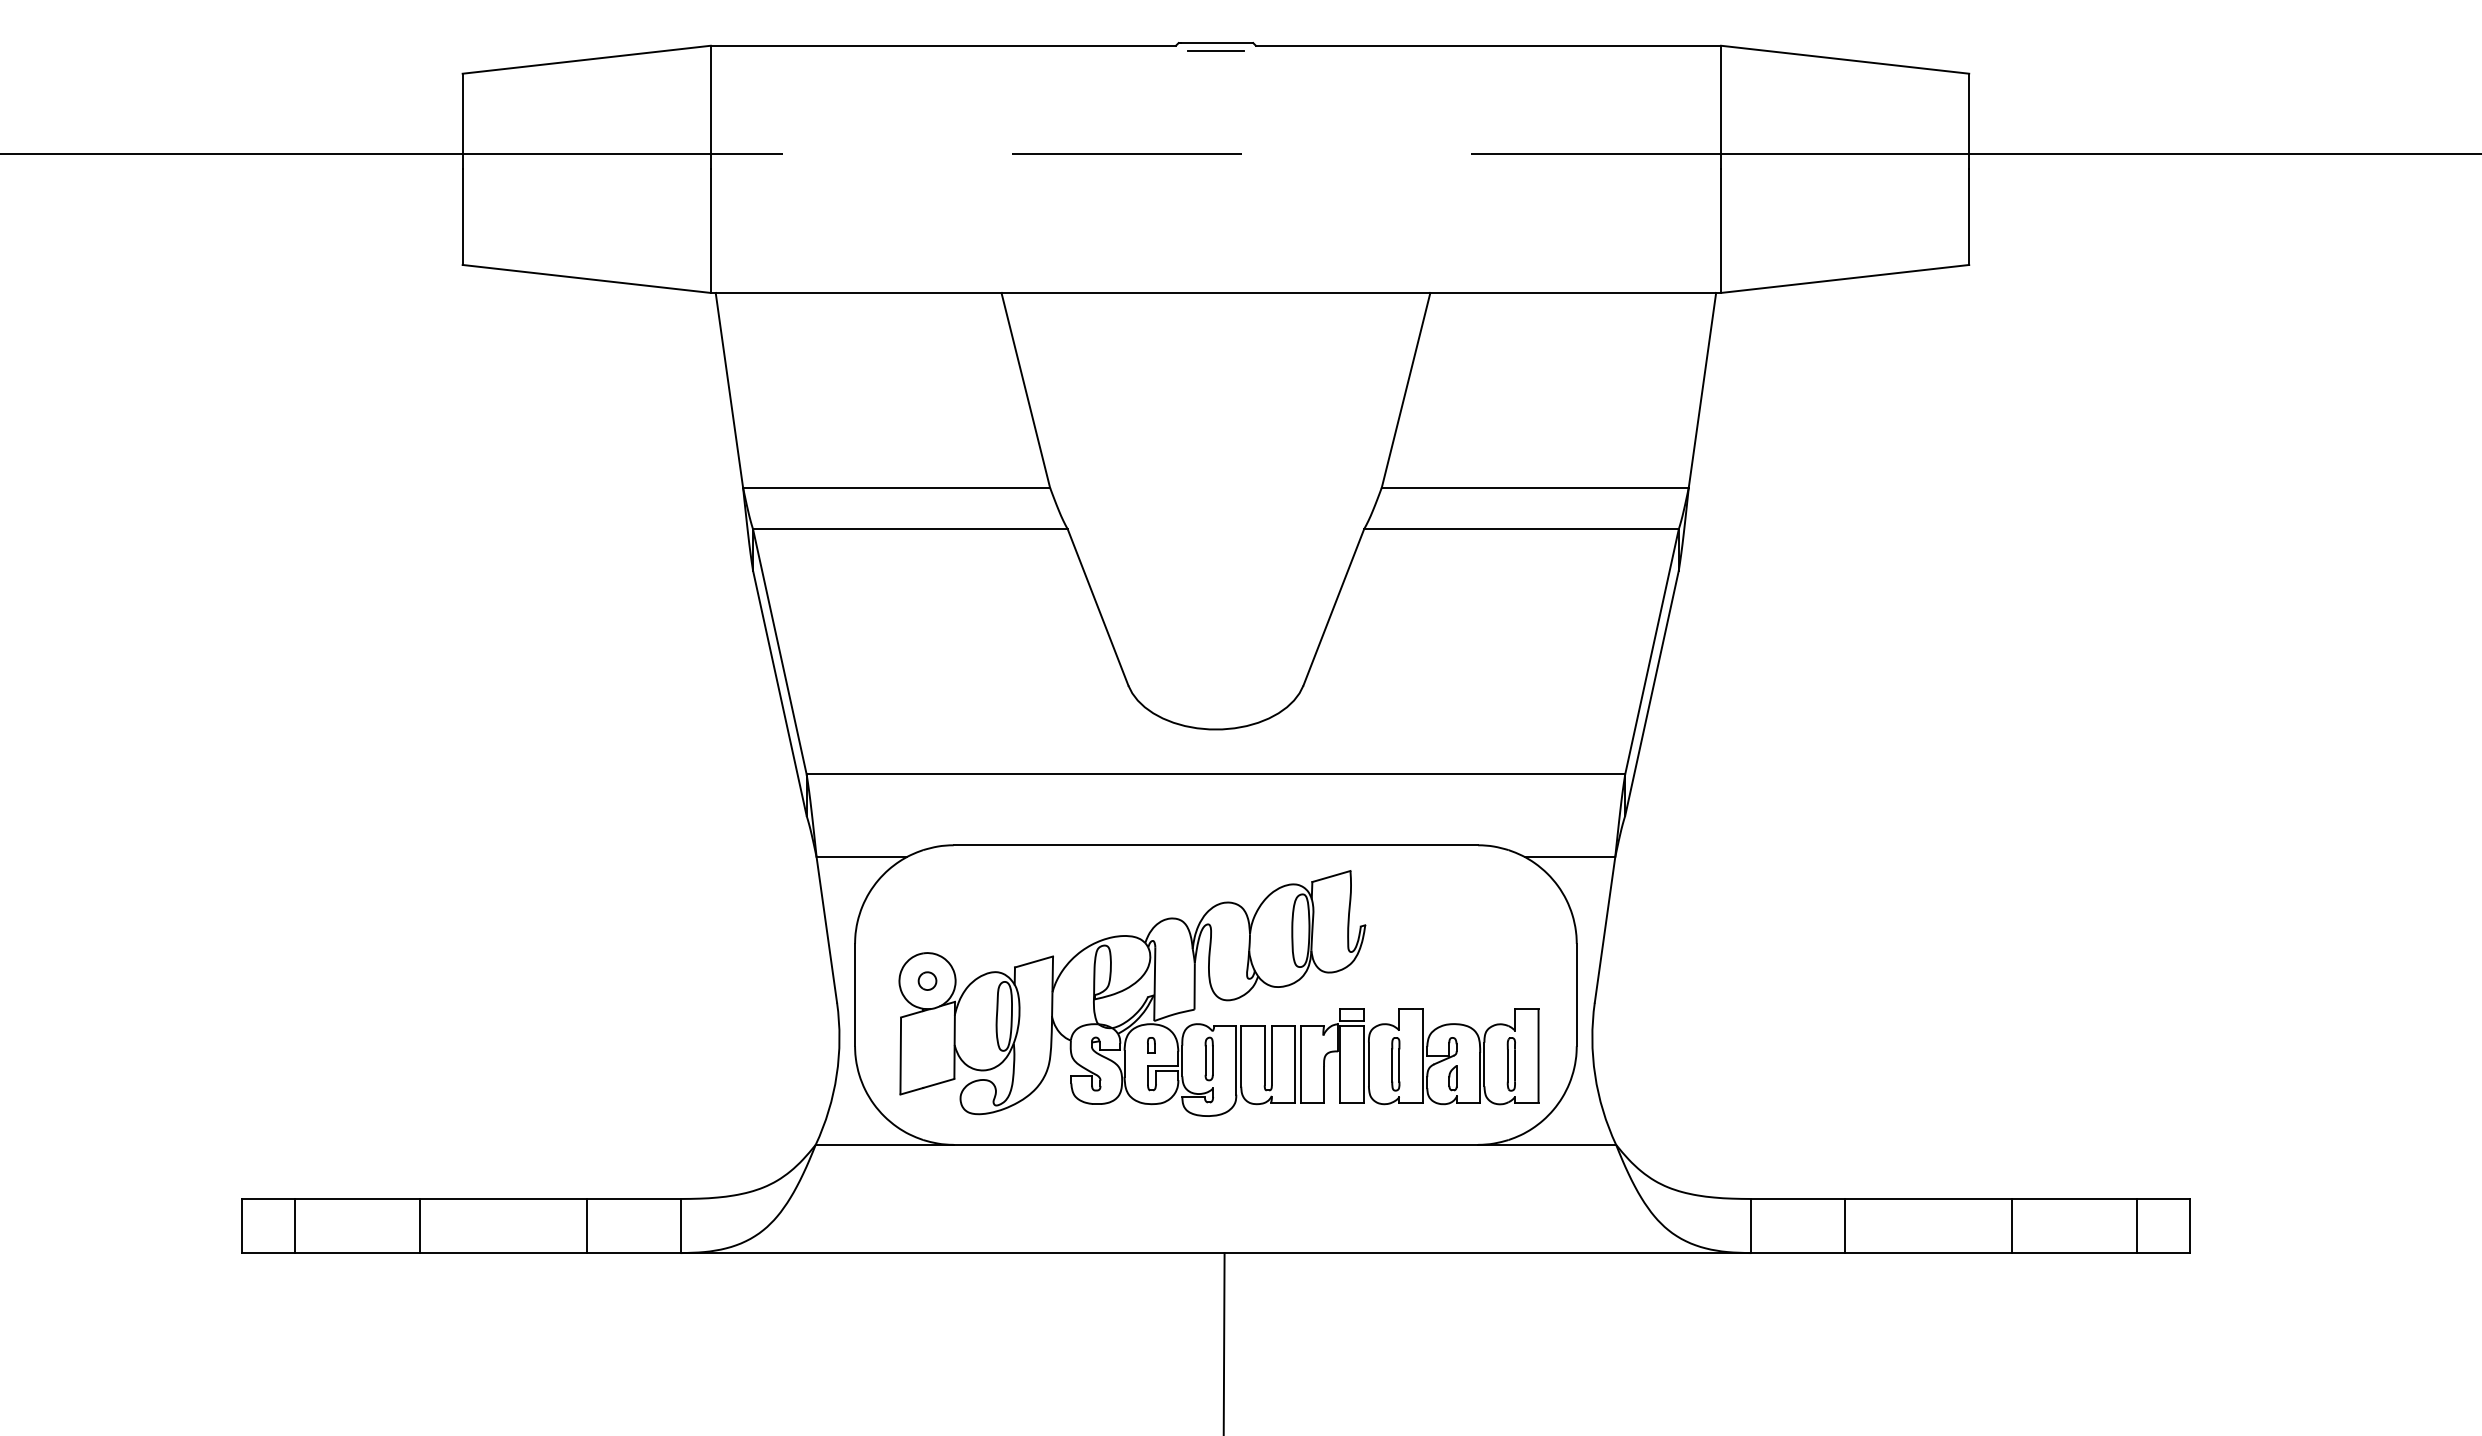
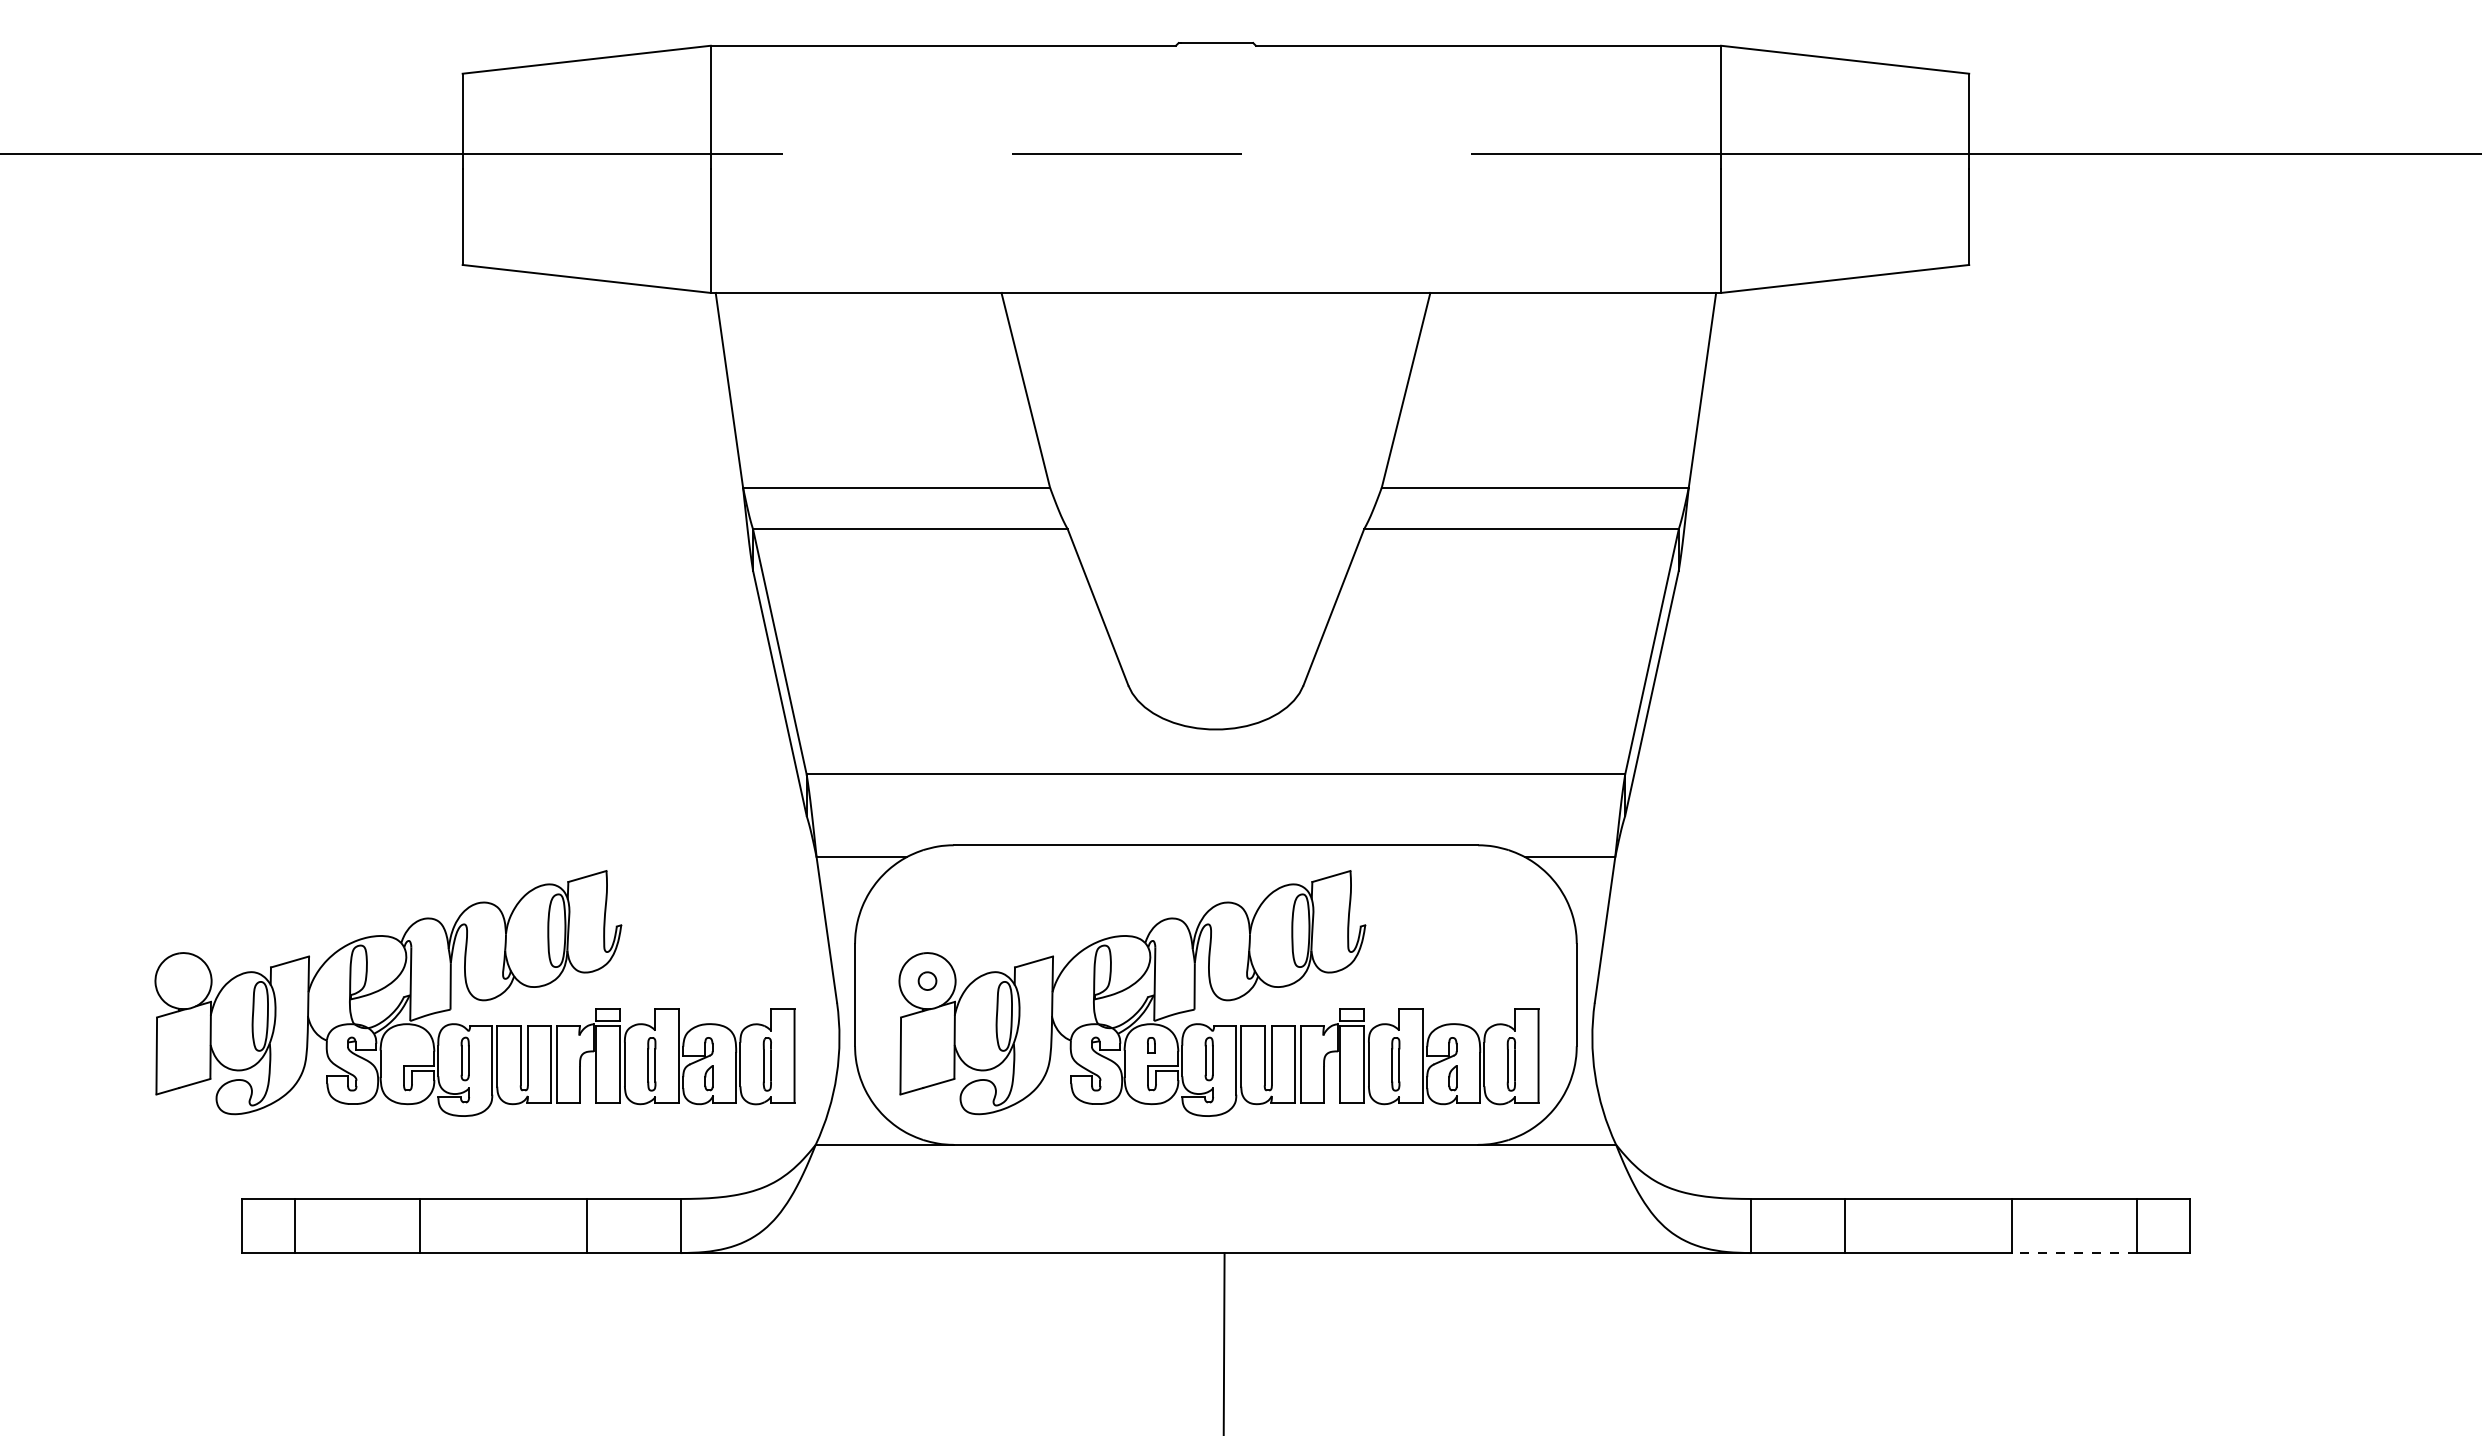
line at (1215, 50): present -> none
part at (474, 993): none -> present
line at (2074, 1253): solid -> dashed
